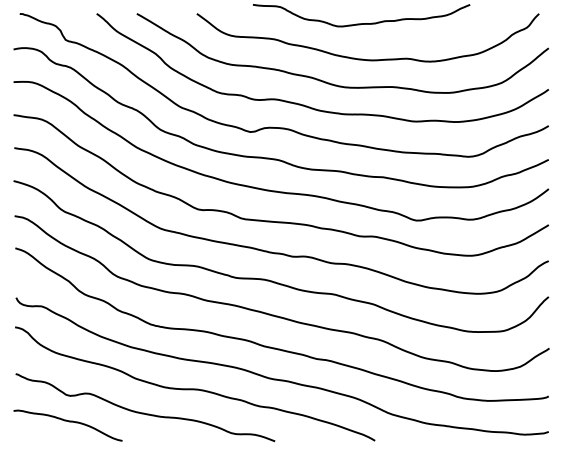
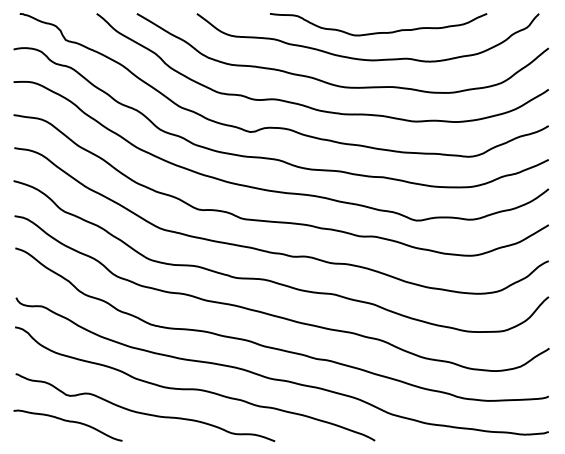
curve at (361, 23) position: (361, 23) -> (378, 32)
